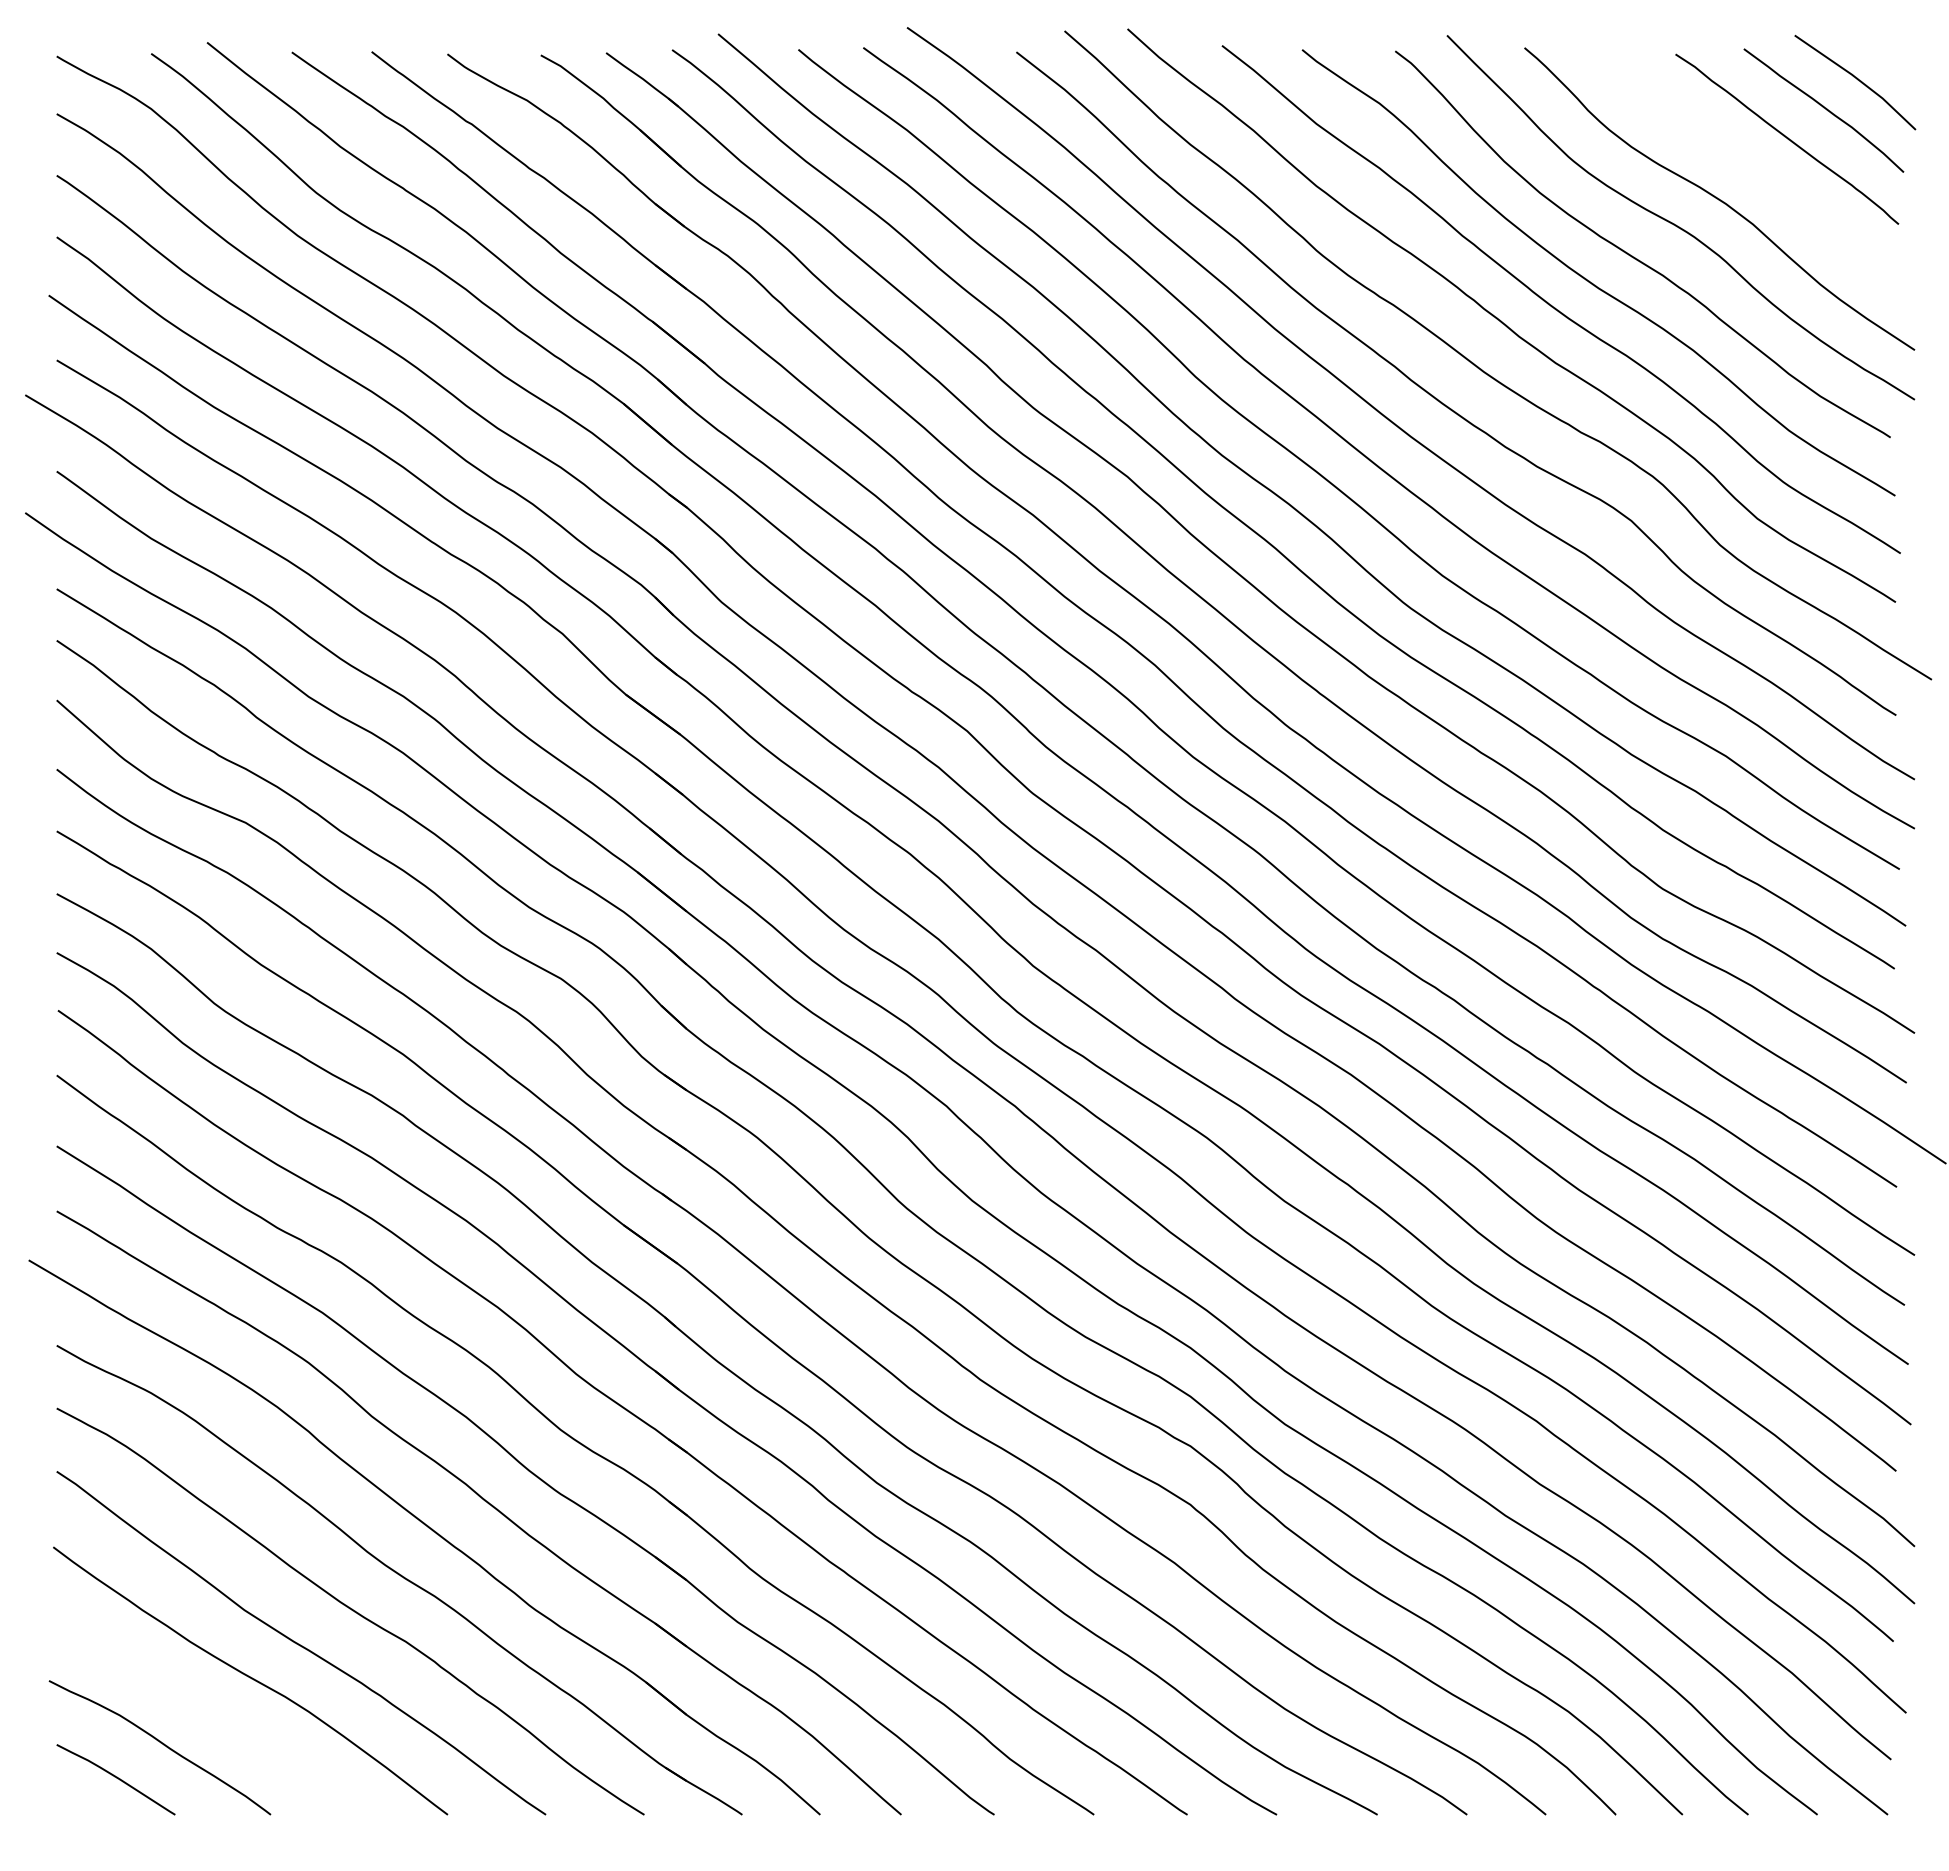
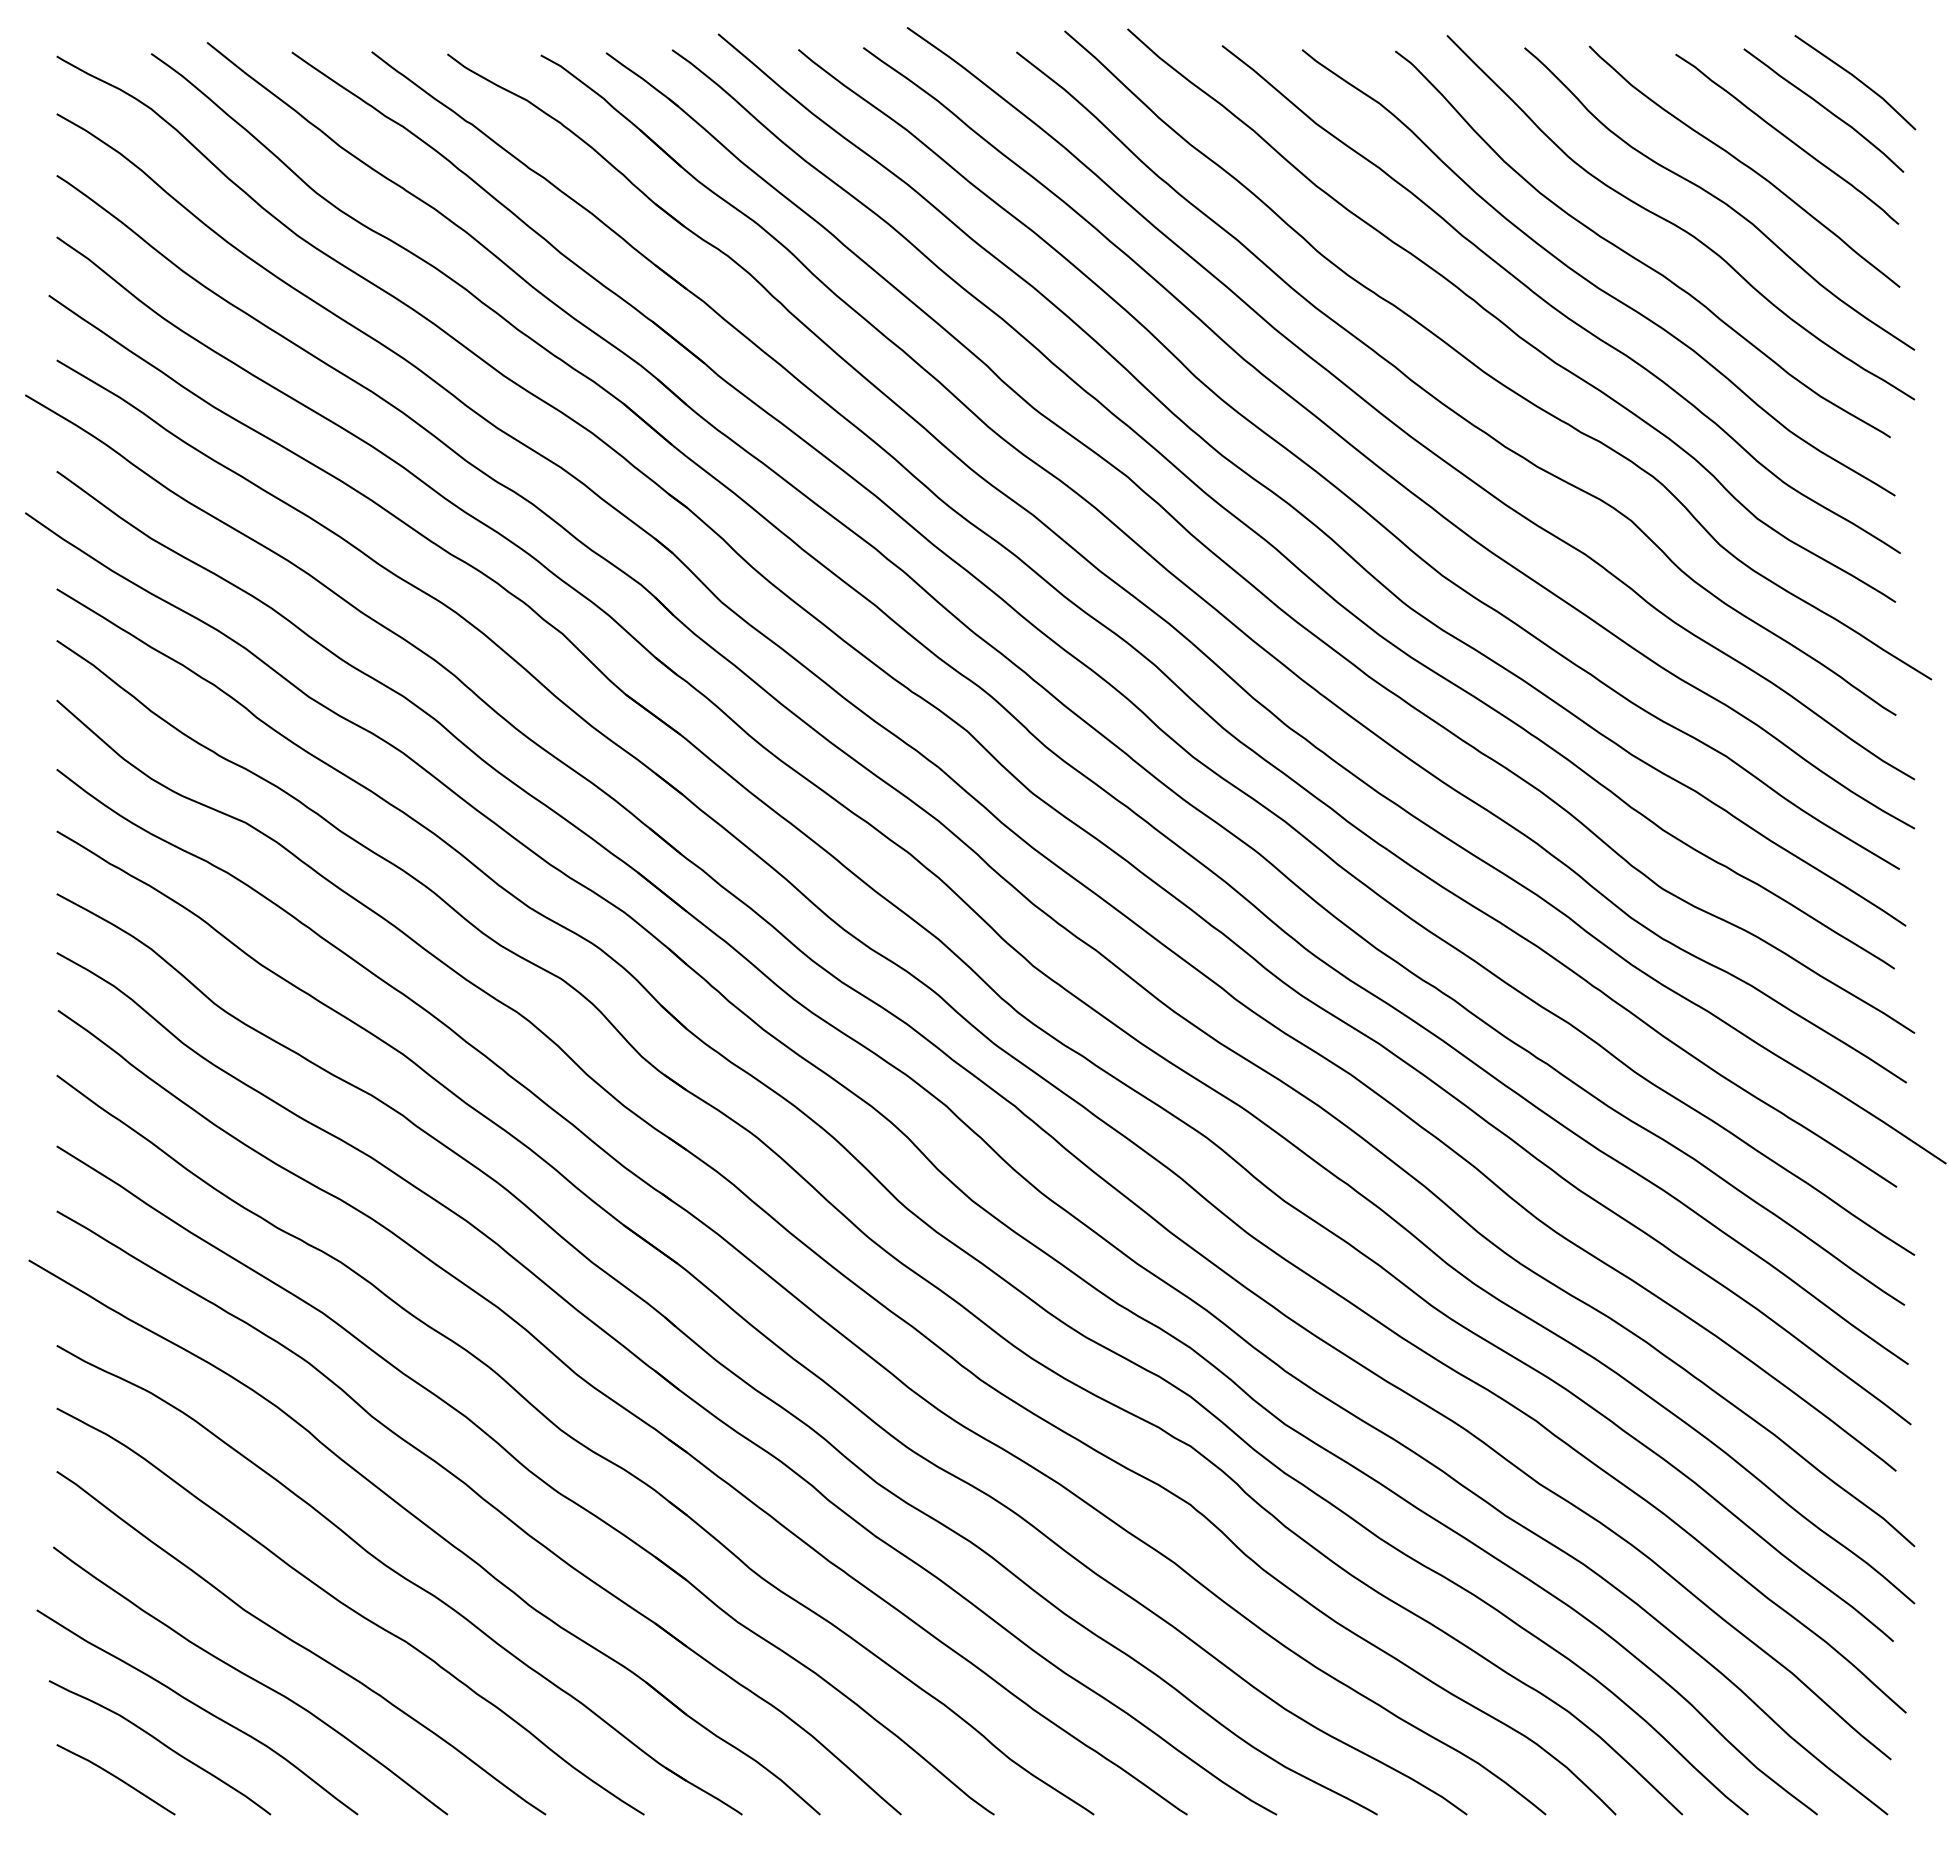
curve at (1744, 165): none -> present
curve at (199, 1708): none -> present
